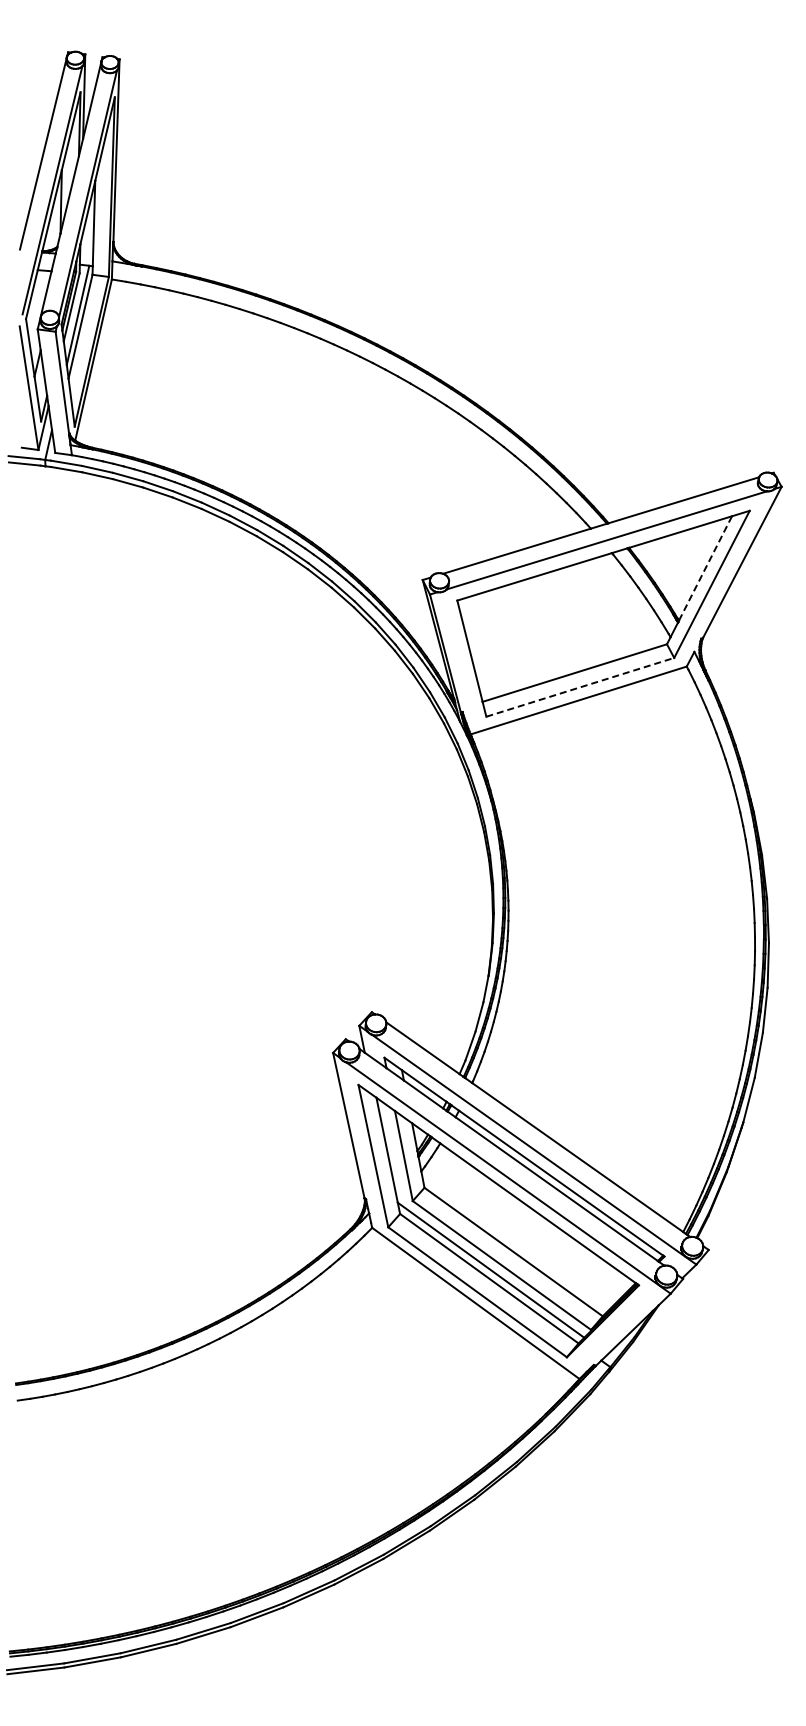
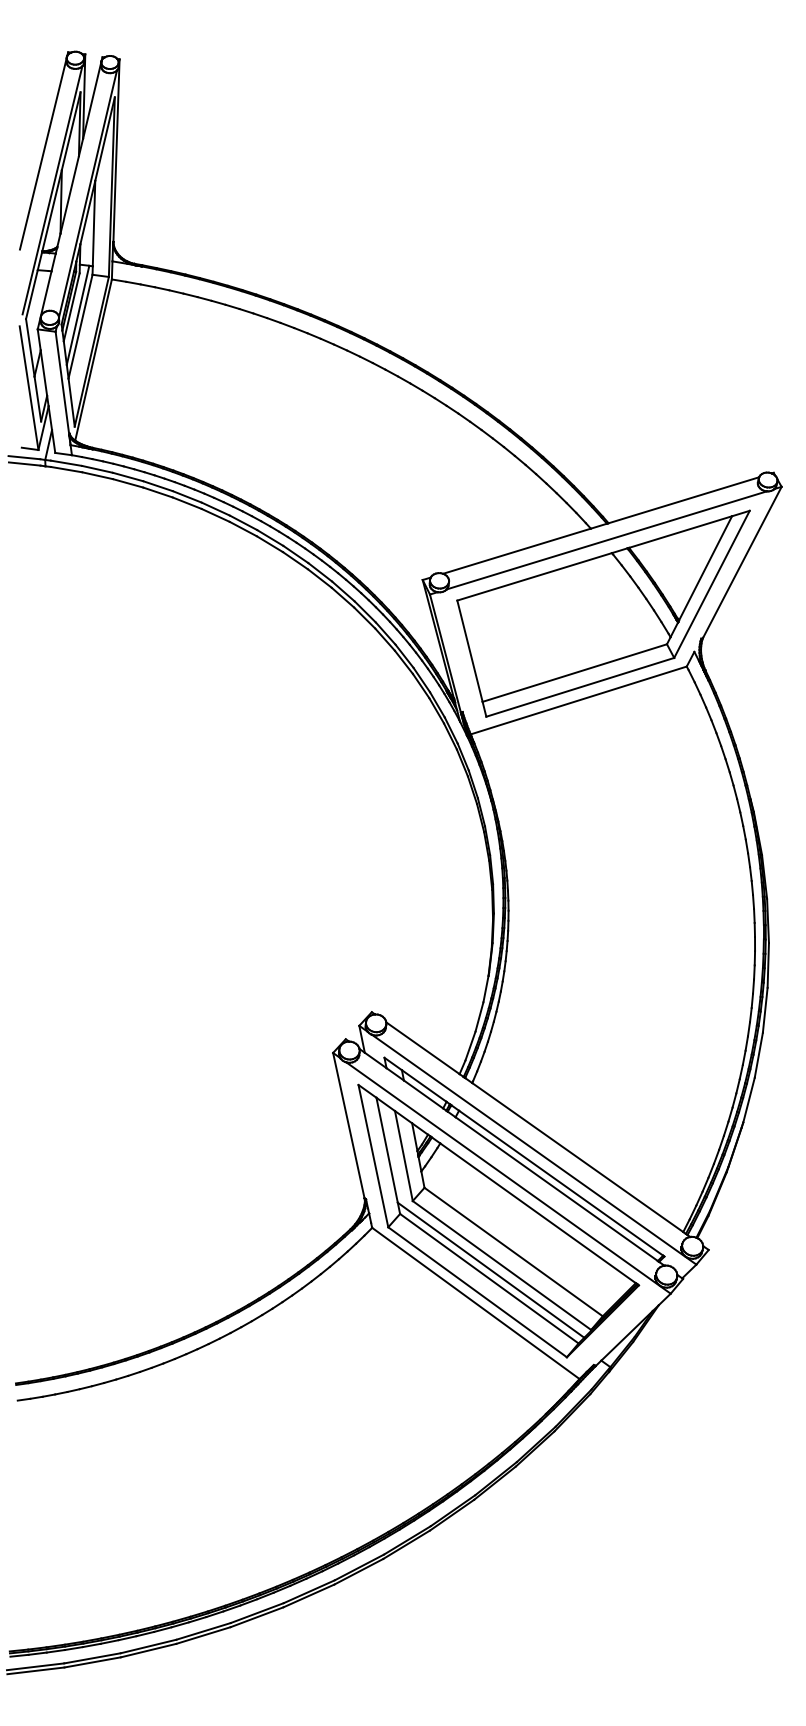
line at (705, 568): dashed -> solid
line at (580, 687): dashed -> solid
